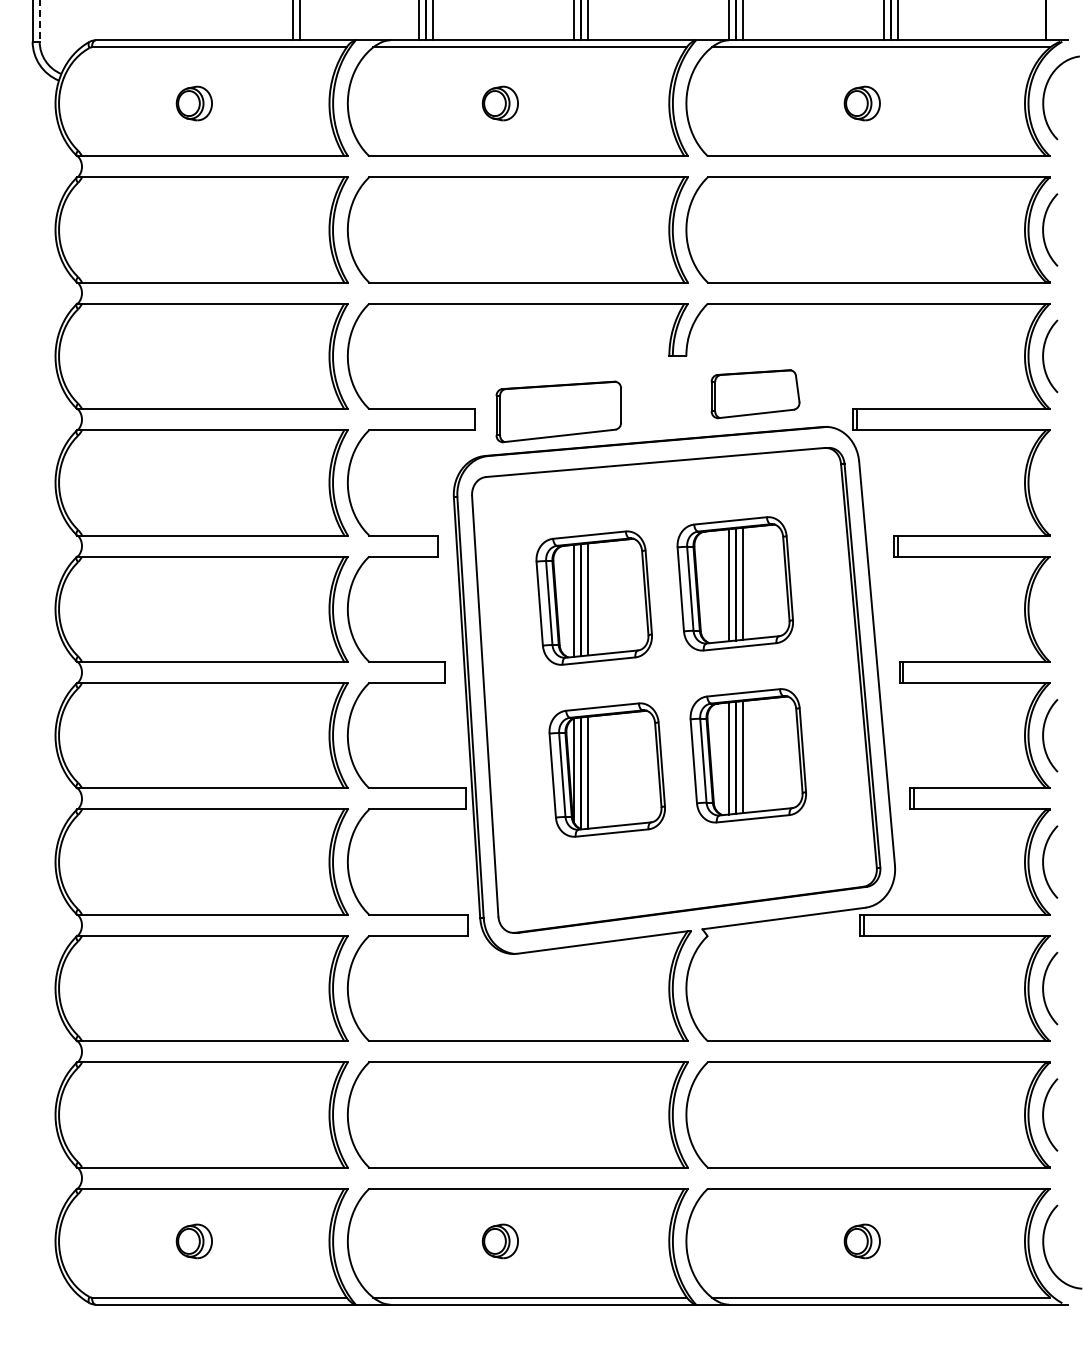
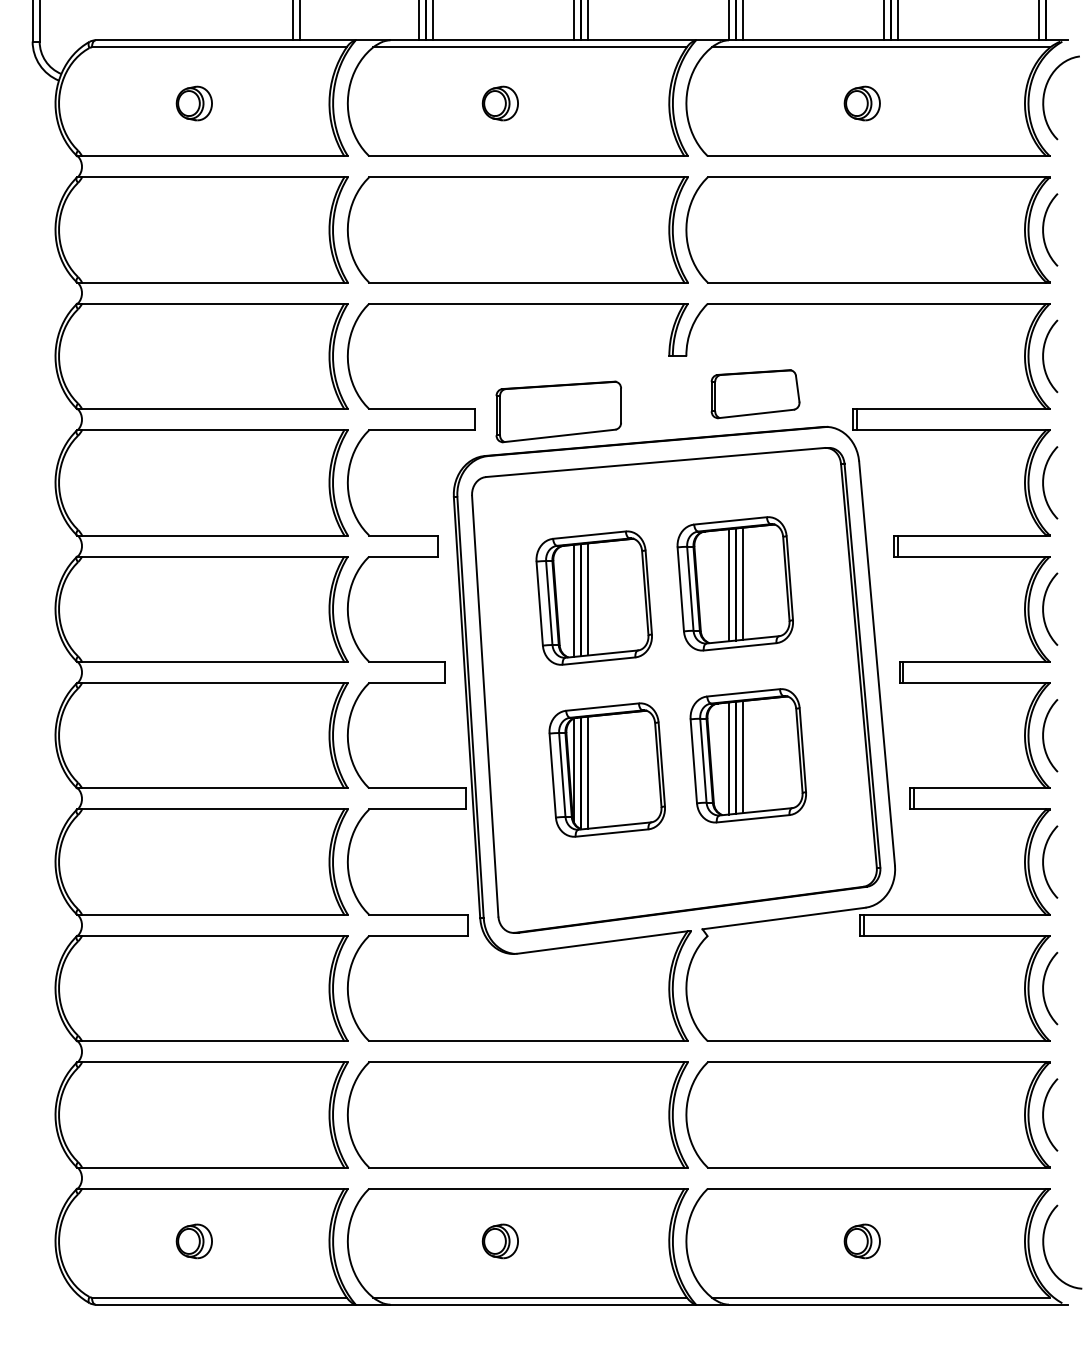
line at (39, 21): dashed -> solid
line at (1038, 21): none -> present
arc at (1044, 479): none -> present
arc at (1044, 605): none -> present
